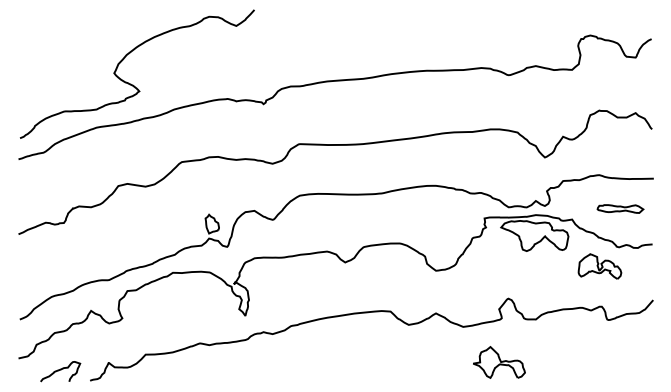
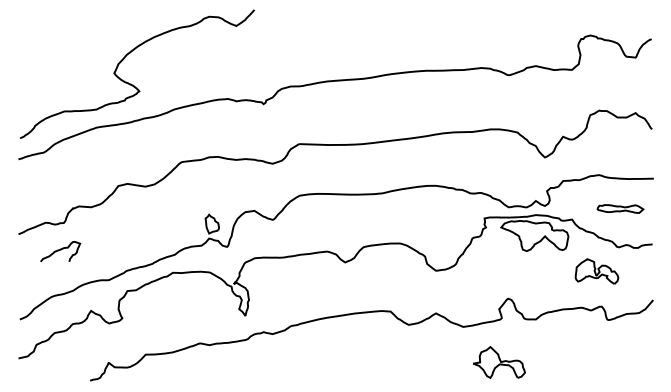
part at (599, 266) position: (599, 266) -> (596, 271)
curve at (60, 370) position: (60, 370) -> (60, 250)
